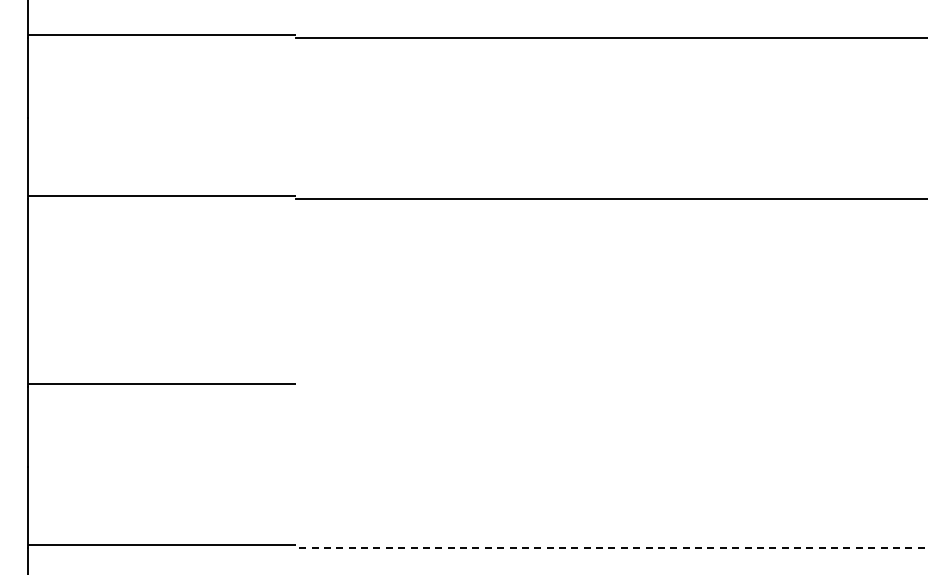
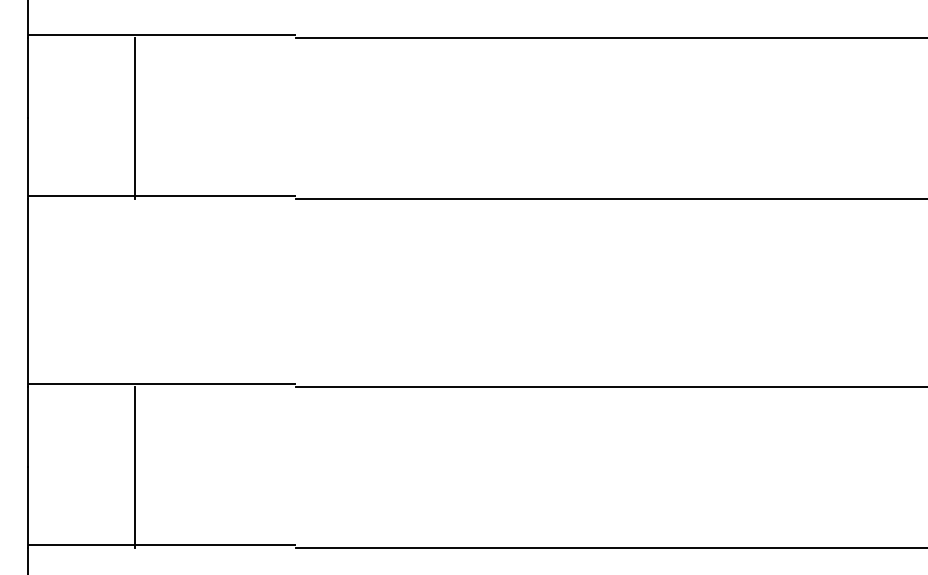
line at (135, 117): none -> present
line at (610, 386): none -> present
line at (135, 466): none -> present
line at (611, 547): dashed -> solid
